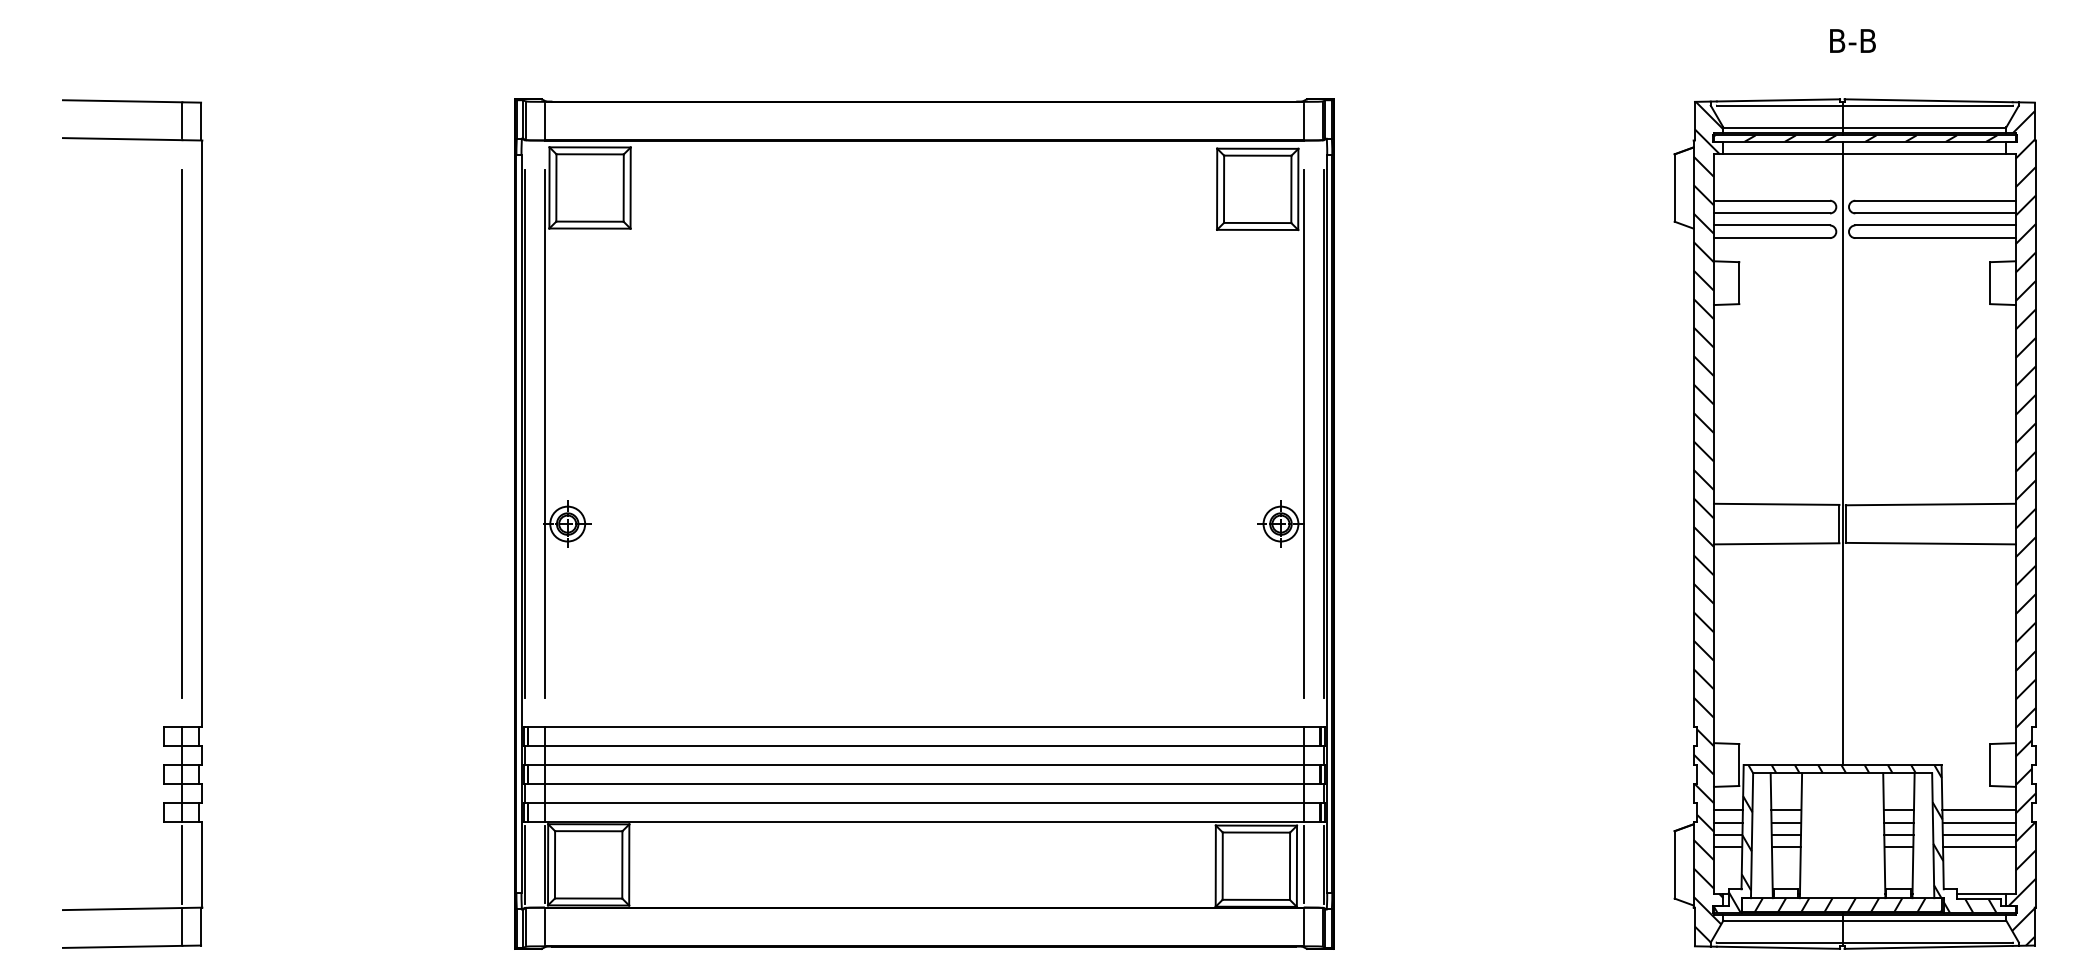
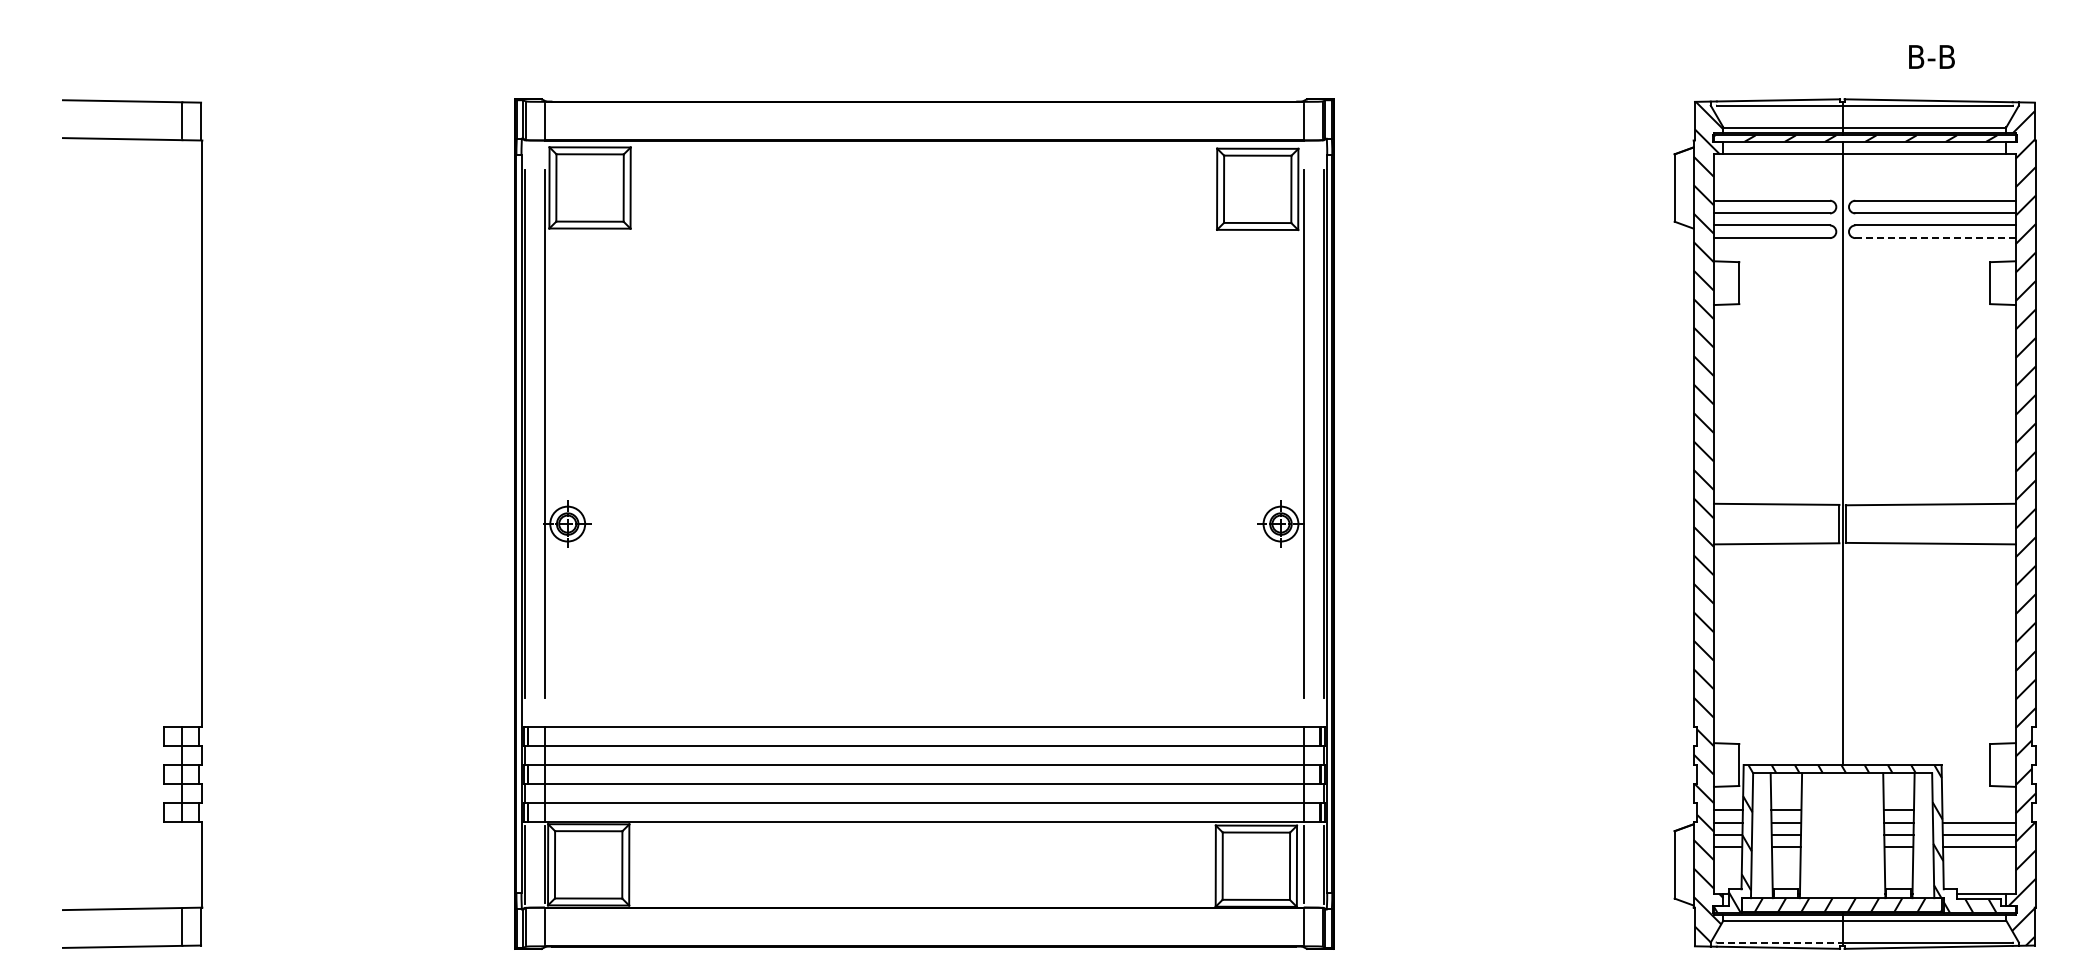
text at (1852, 40) position: (1852, 40) -> (1931, 56)
line at (1935, 238): solid -> dashed
line at (182, 433): present -> none
line at (1978, 810): present -> none
line at (182, 864): present -> none
line at (1779, 942): solid -> dashed
